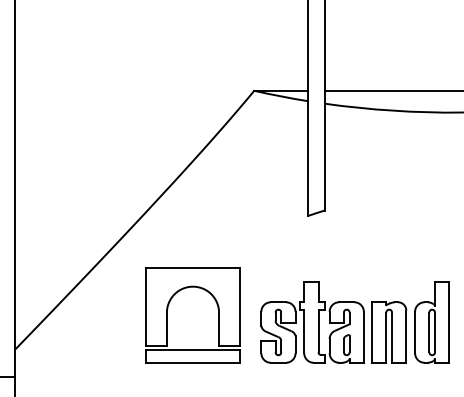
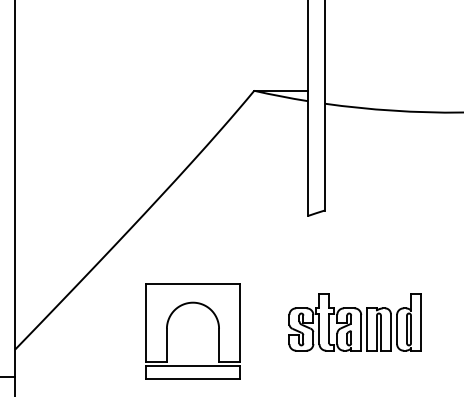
line at (392, 90): present -> none
part at (168, 308) position: (168, 308) -> (168, 324)
part at (354, 322) size: 190x83 px -> 134x59 px
